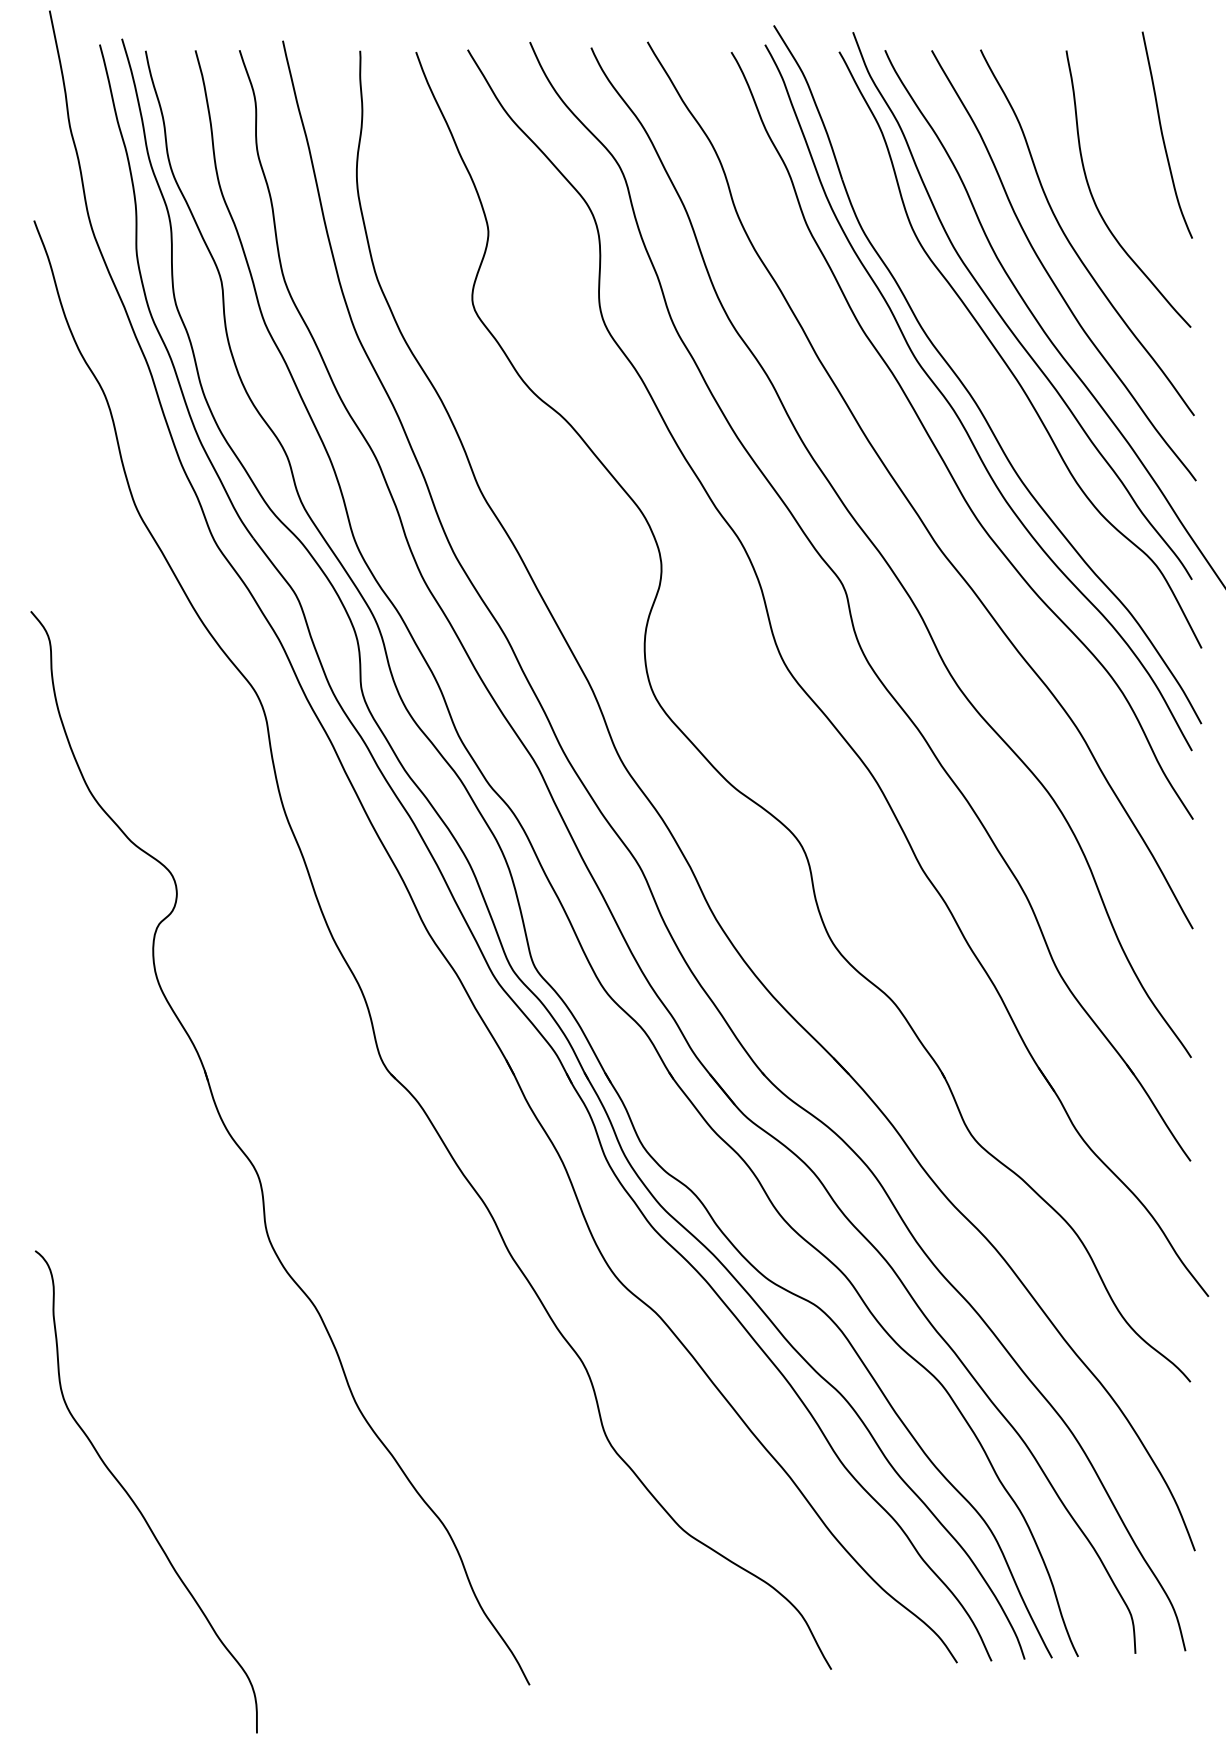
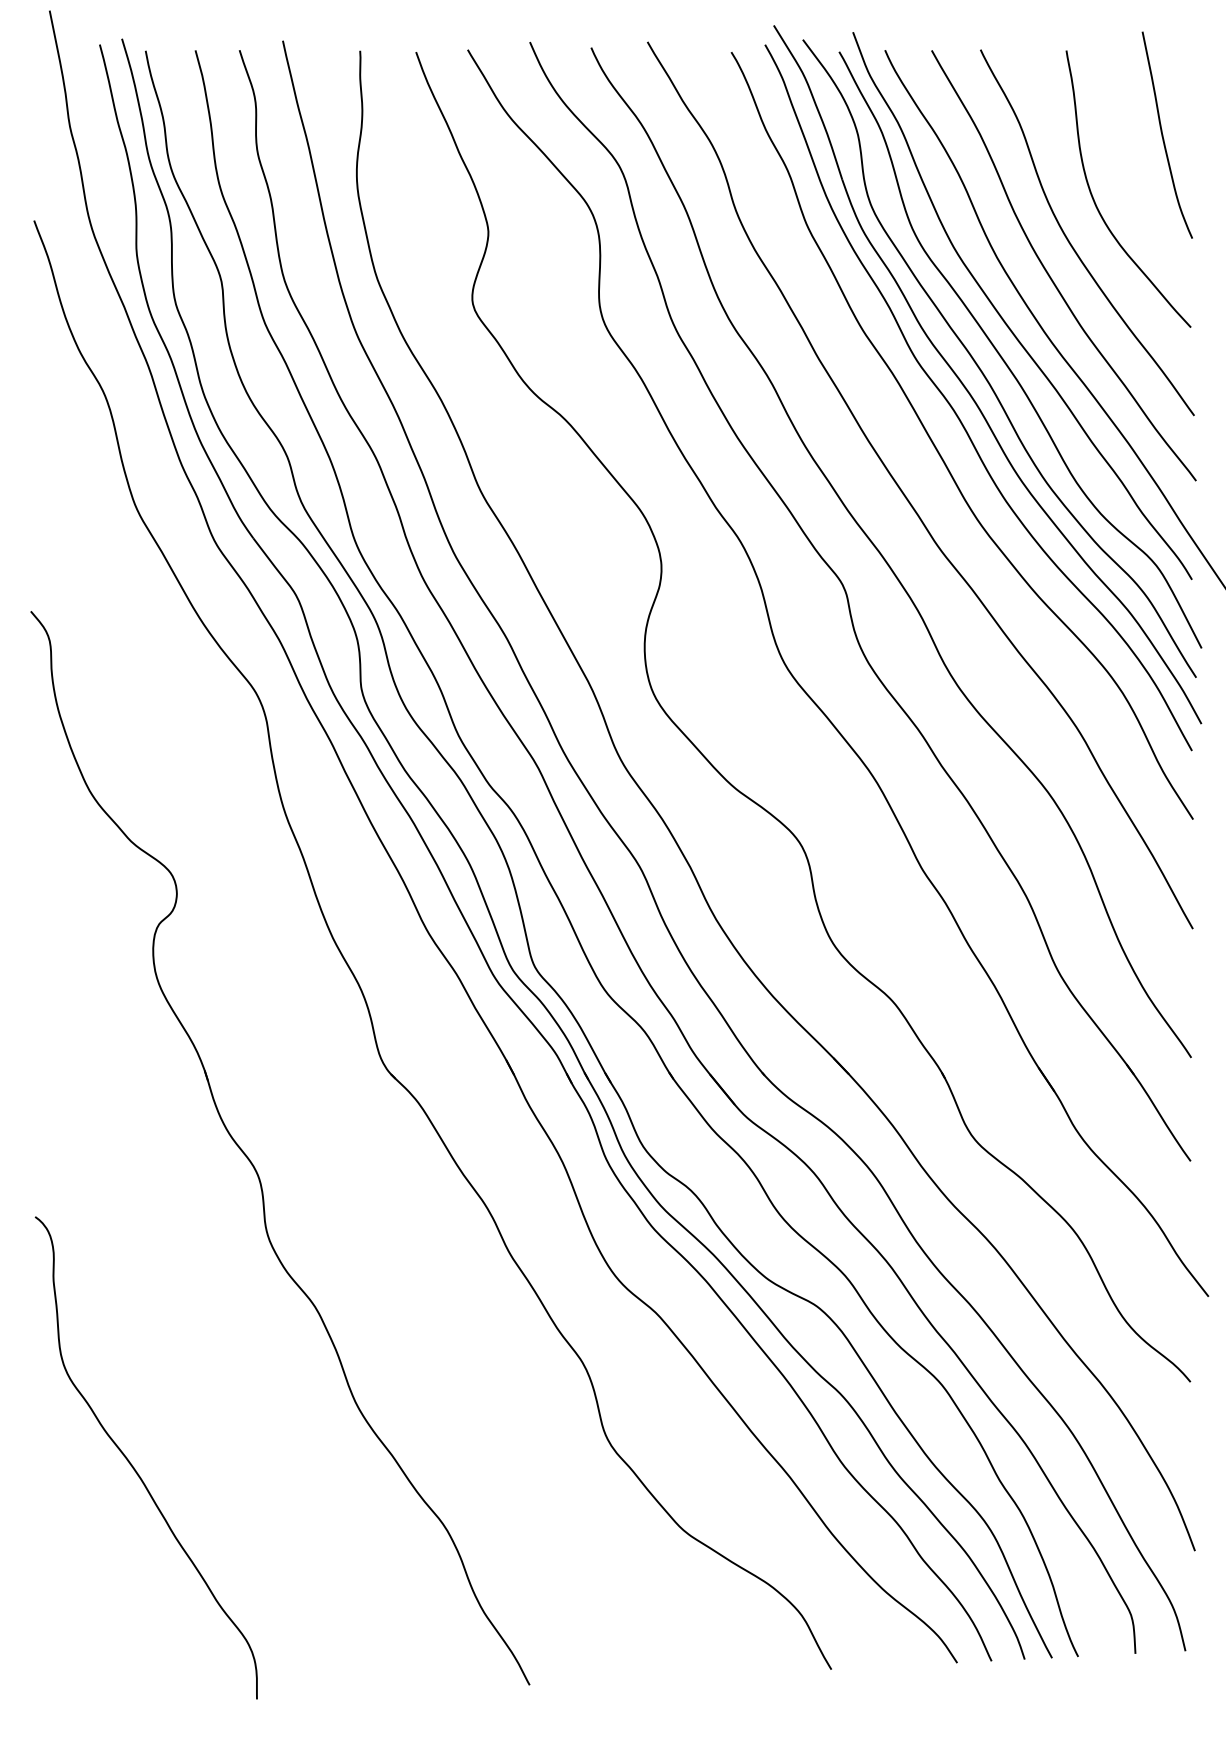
curve at (981, 369): none -> present
curve at (132, 1498) position: (132, 1498) -> (132, 1464)
